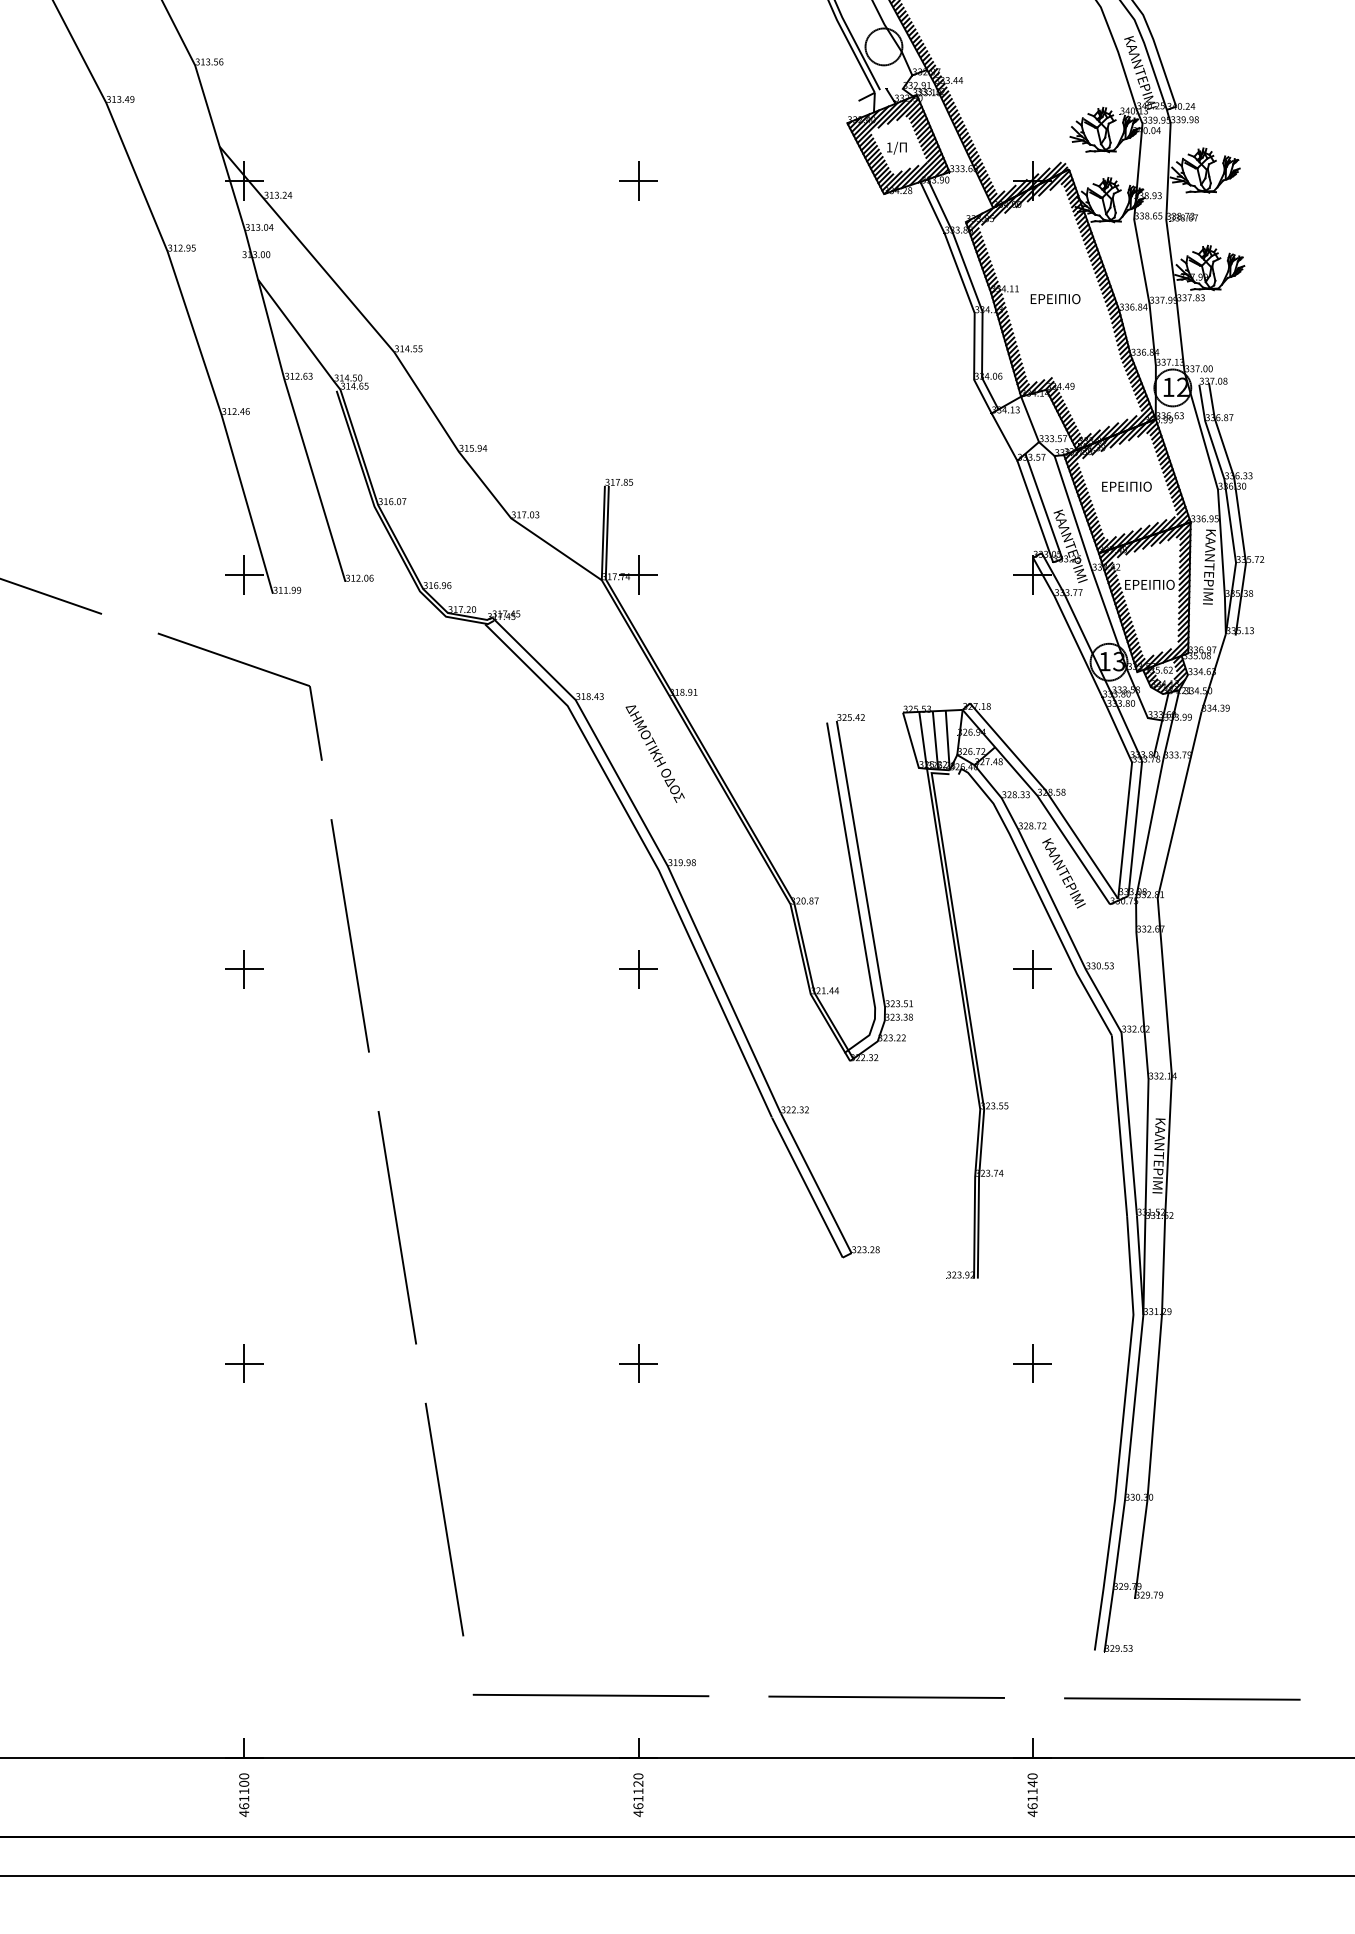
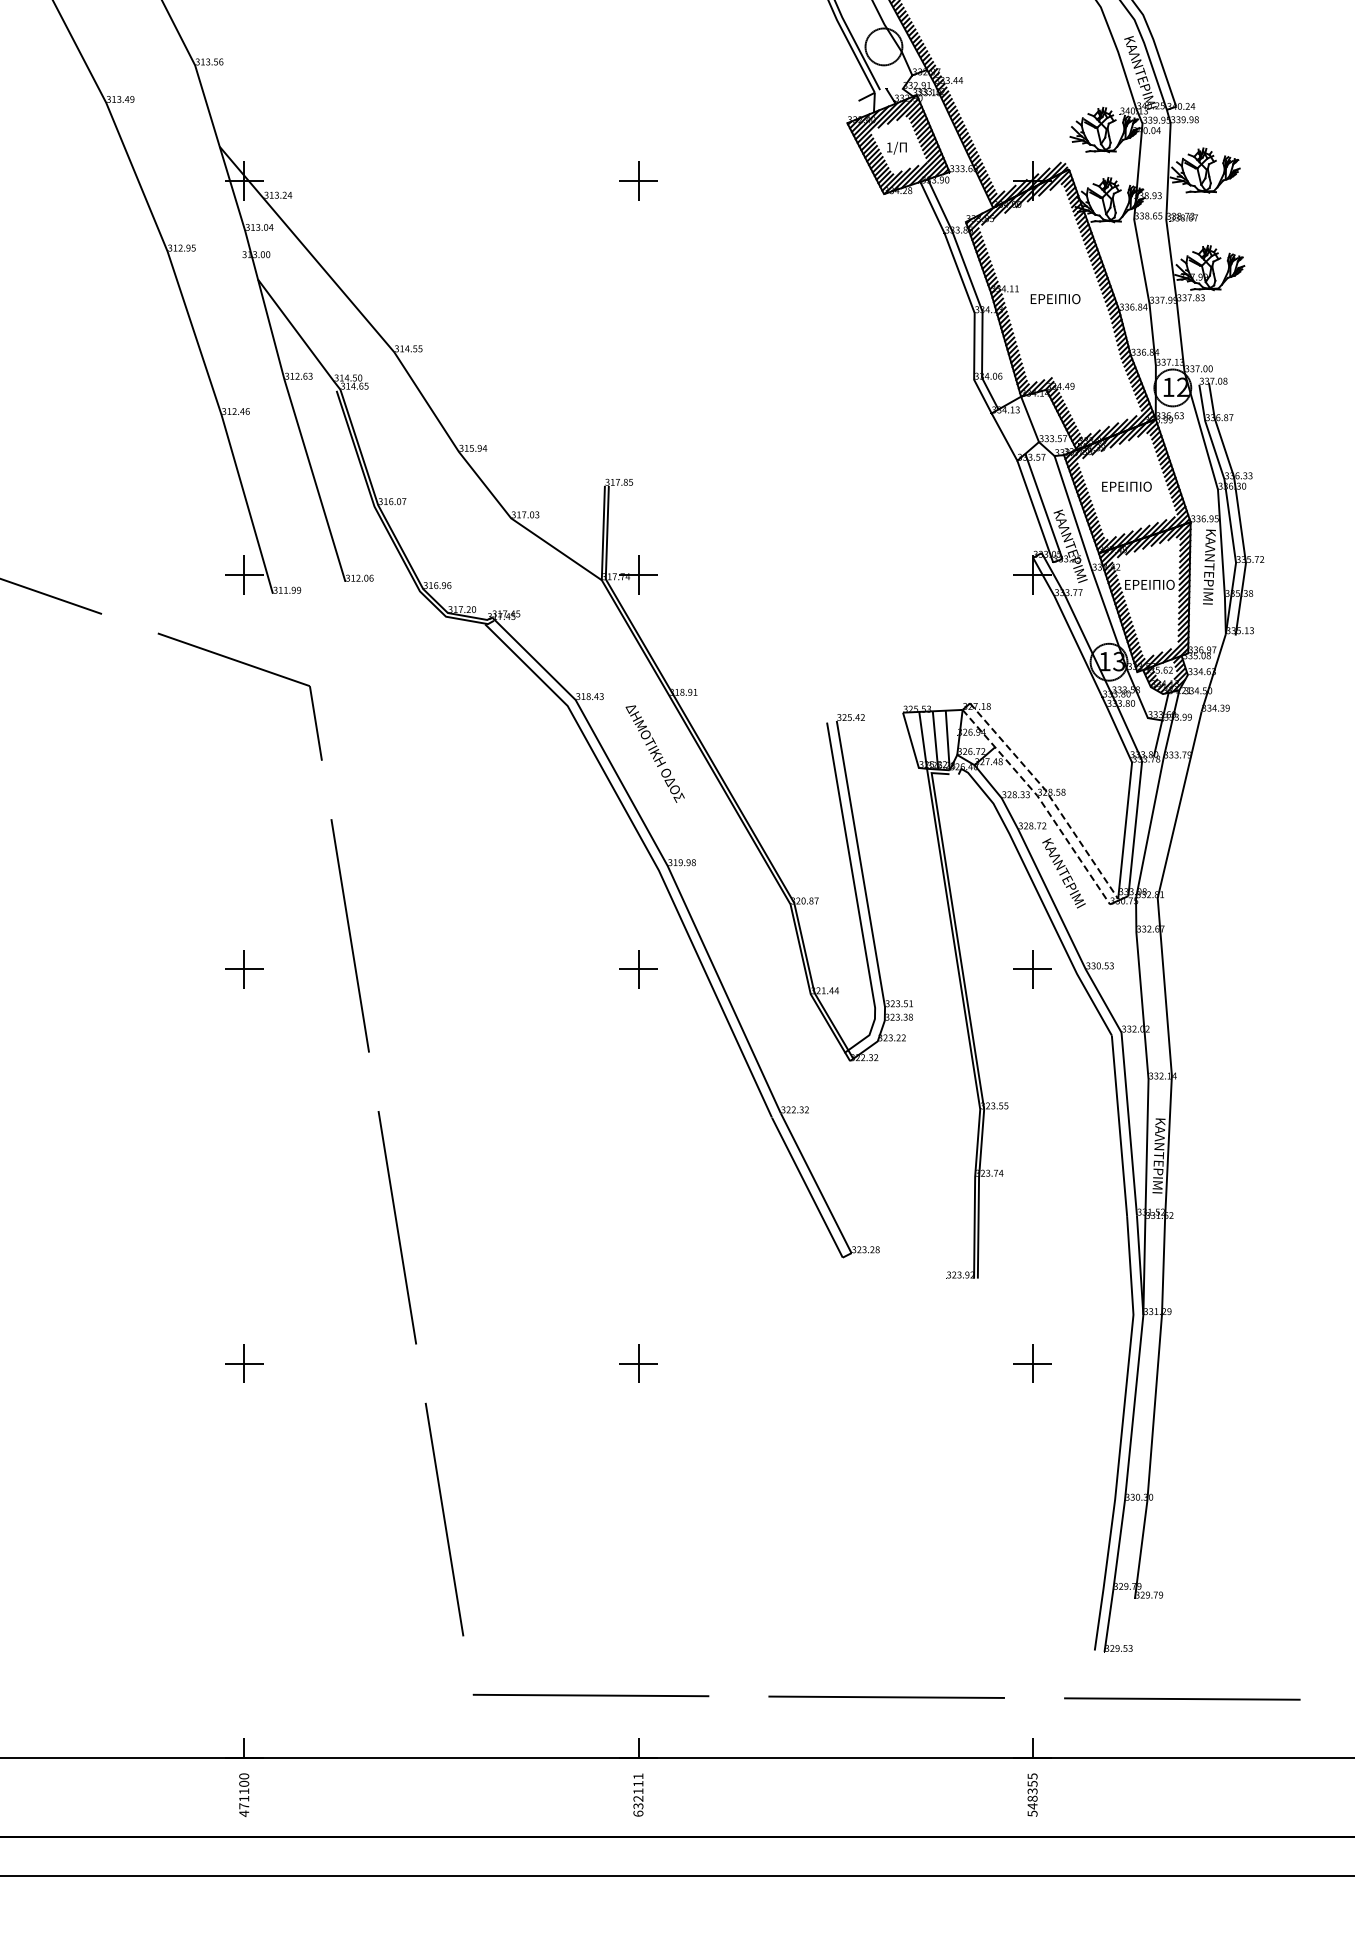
line at (1049, 796): solid -> dashed
line at (1041, 802): solid -> dashed
text at (638, 1795): 461120 -> 632111
text at (1032, 1795): 461140 -> 548355
text at (244, 1806): 461100 -> 471100
